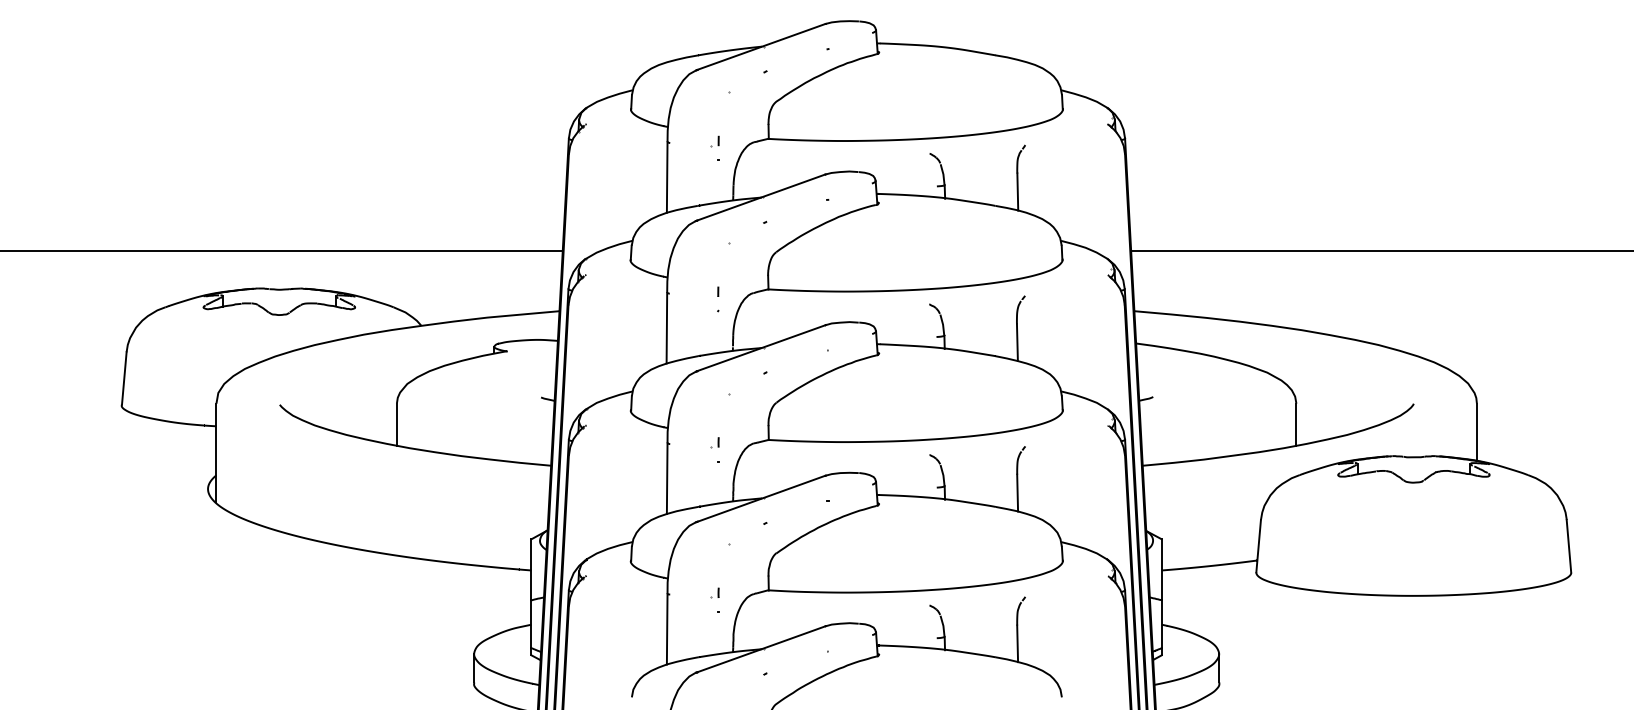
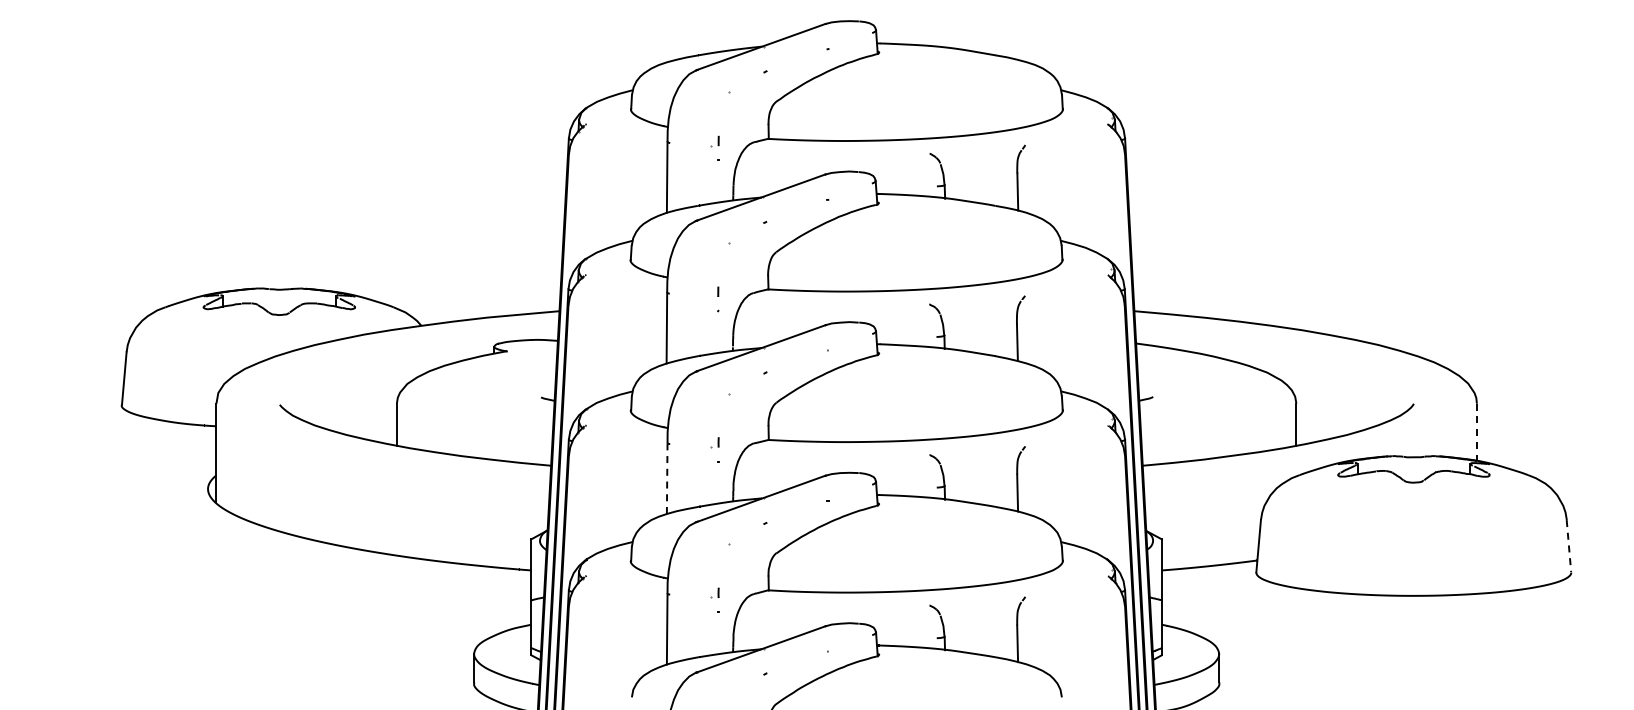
line at (282, 250): present -> none
line at (1380, 250): present -> none
line at (1476, 432): solid -> dashed
line at (667, 479): solid -> dashed
line at (1568, 546): solid -> dashed
